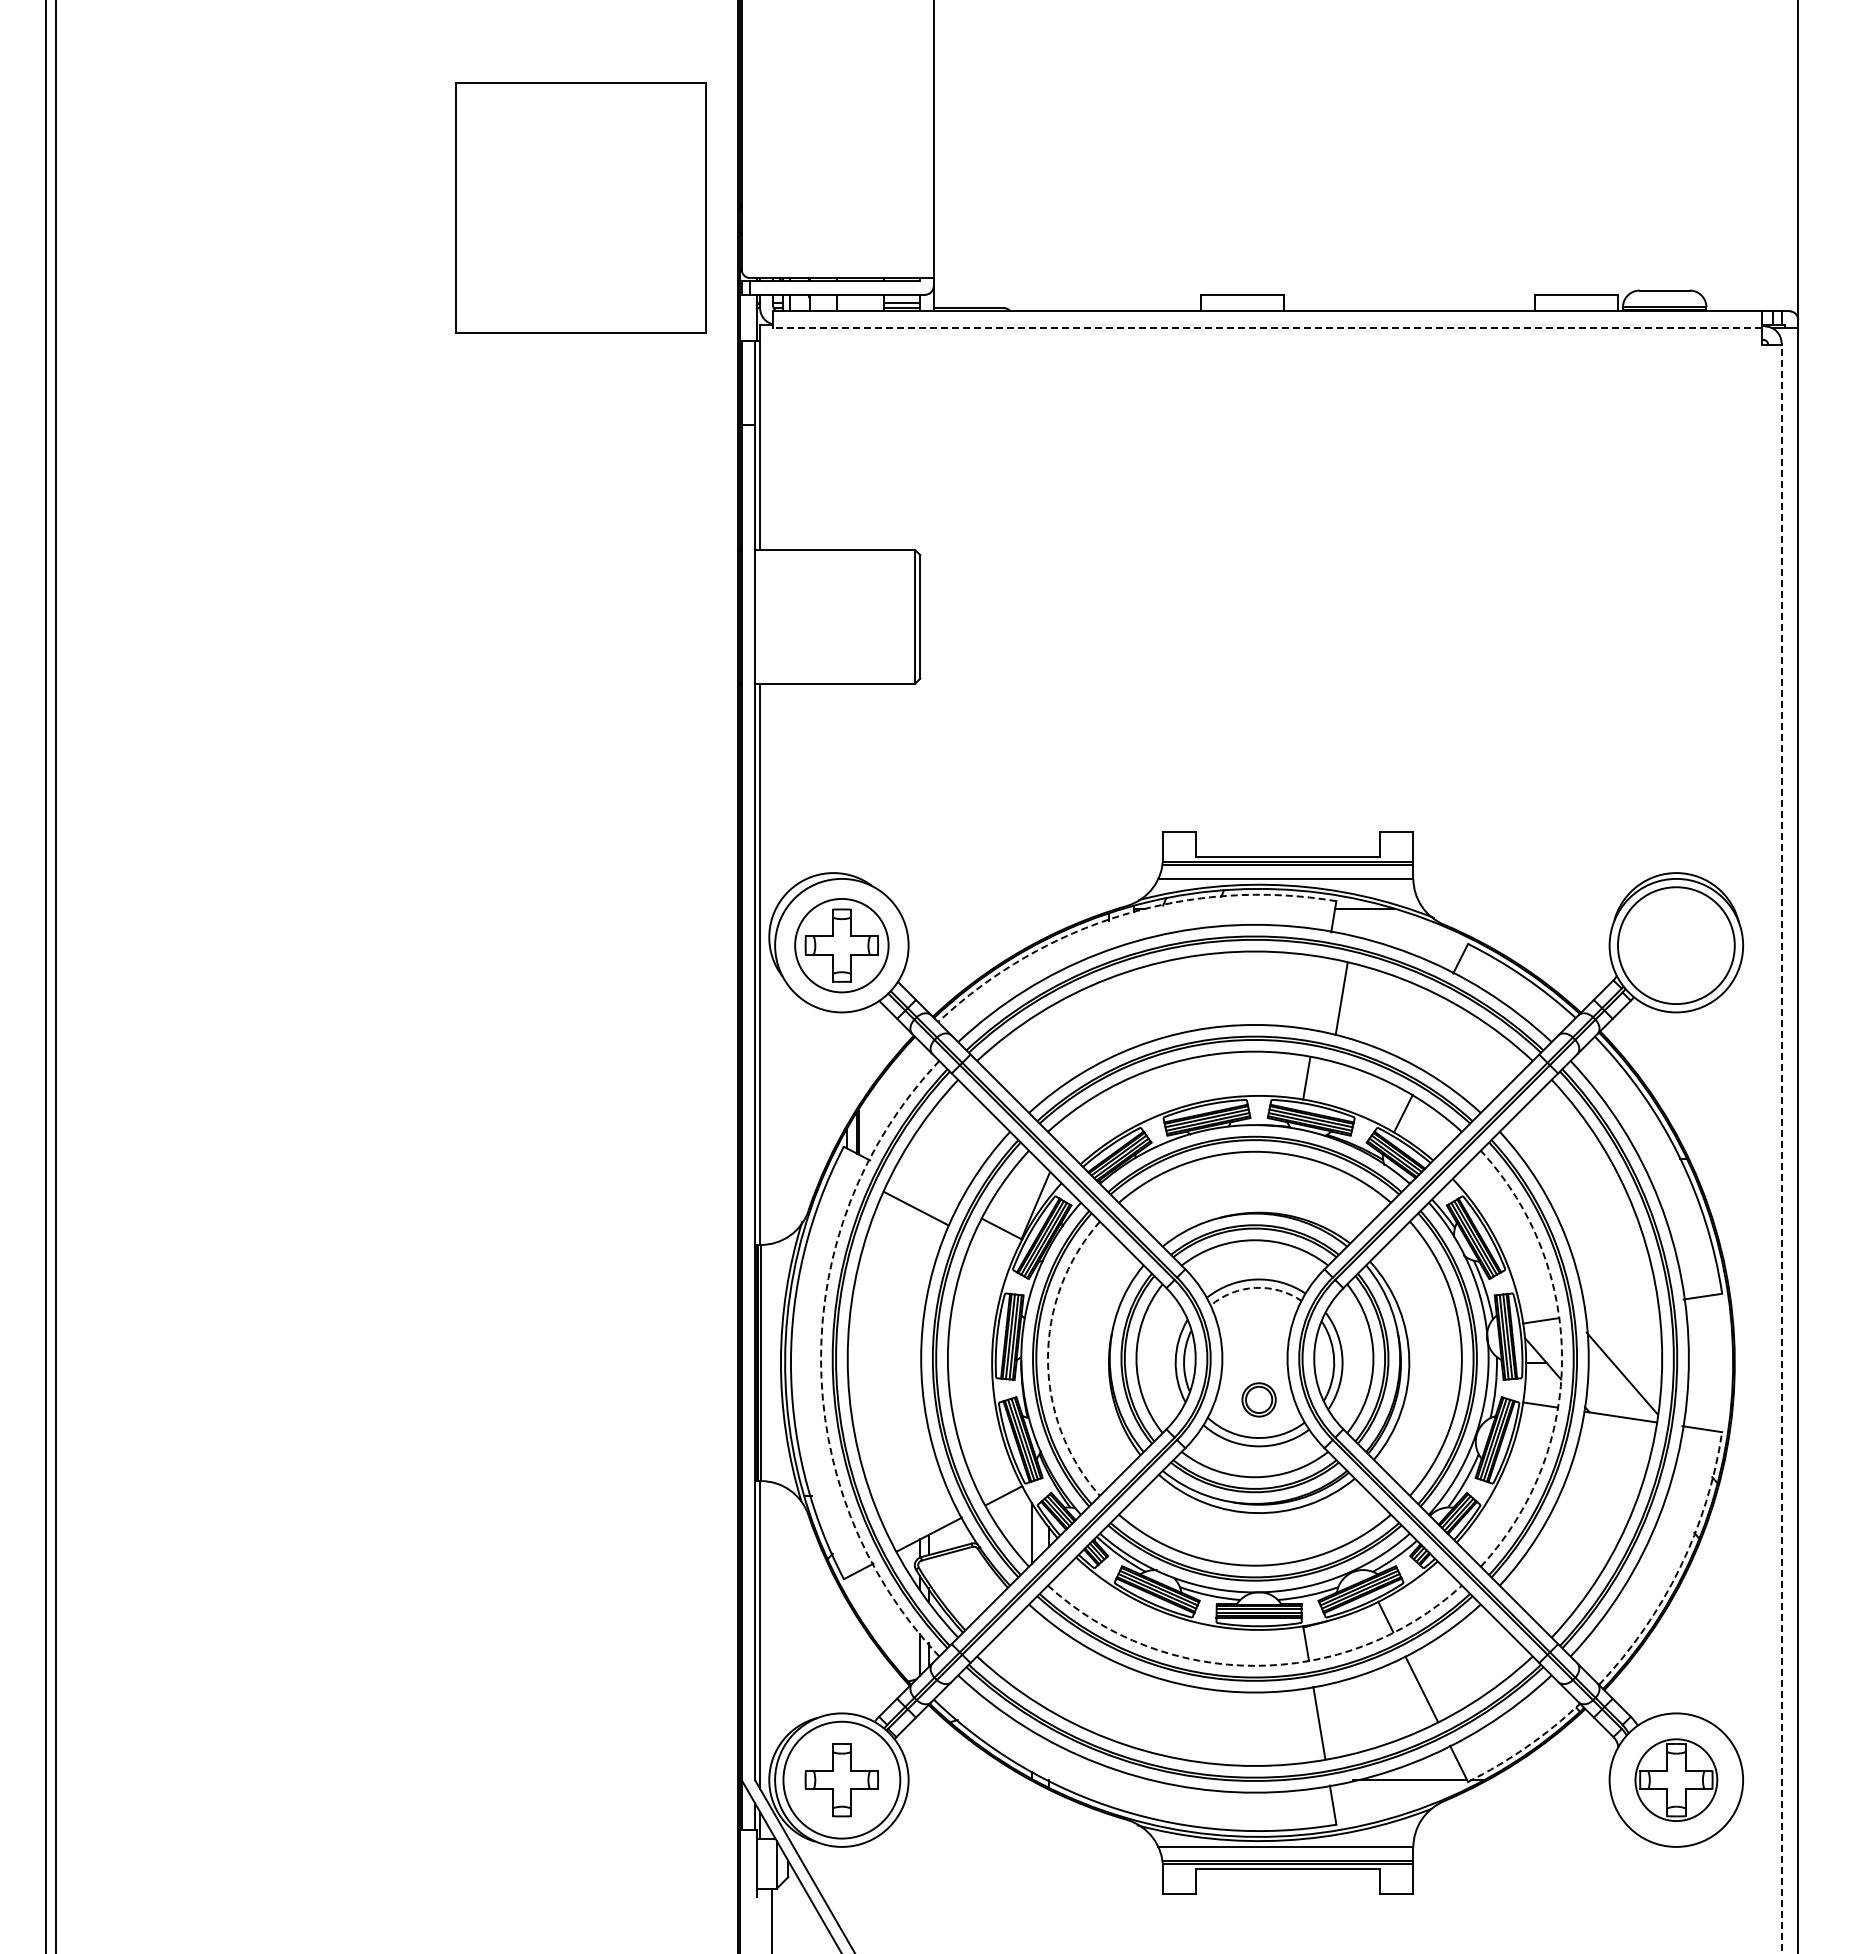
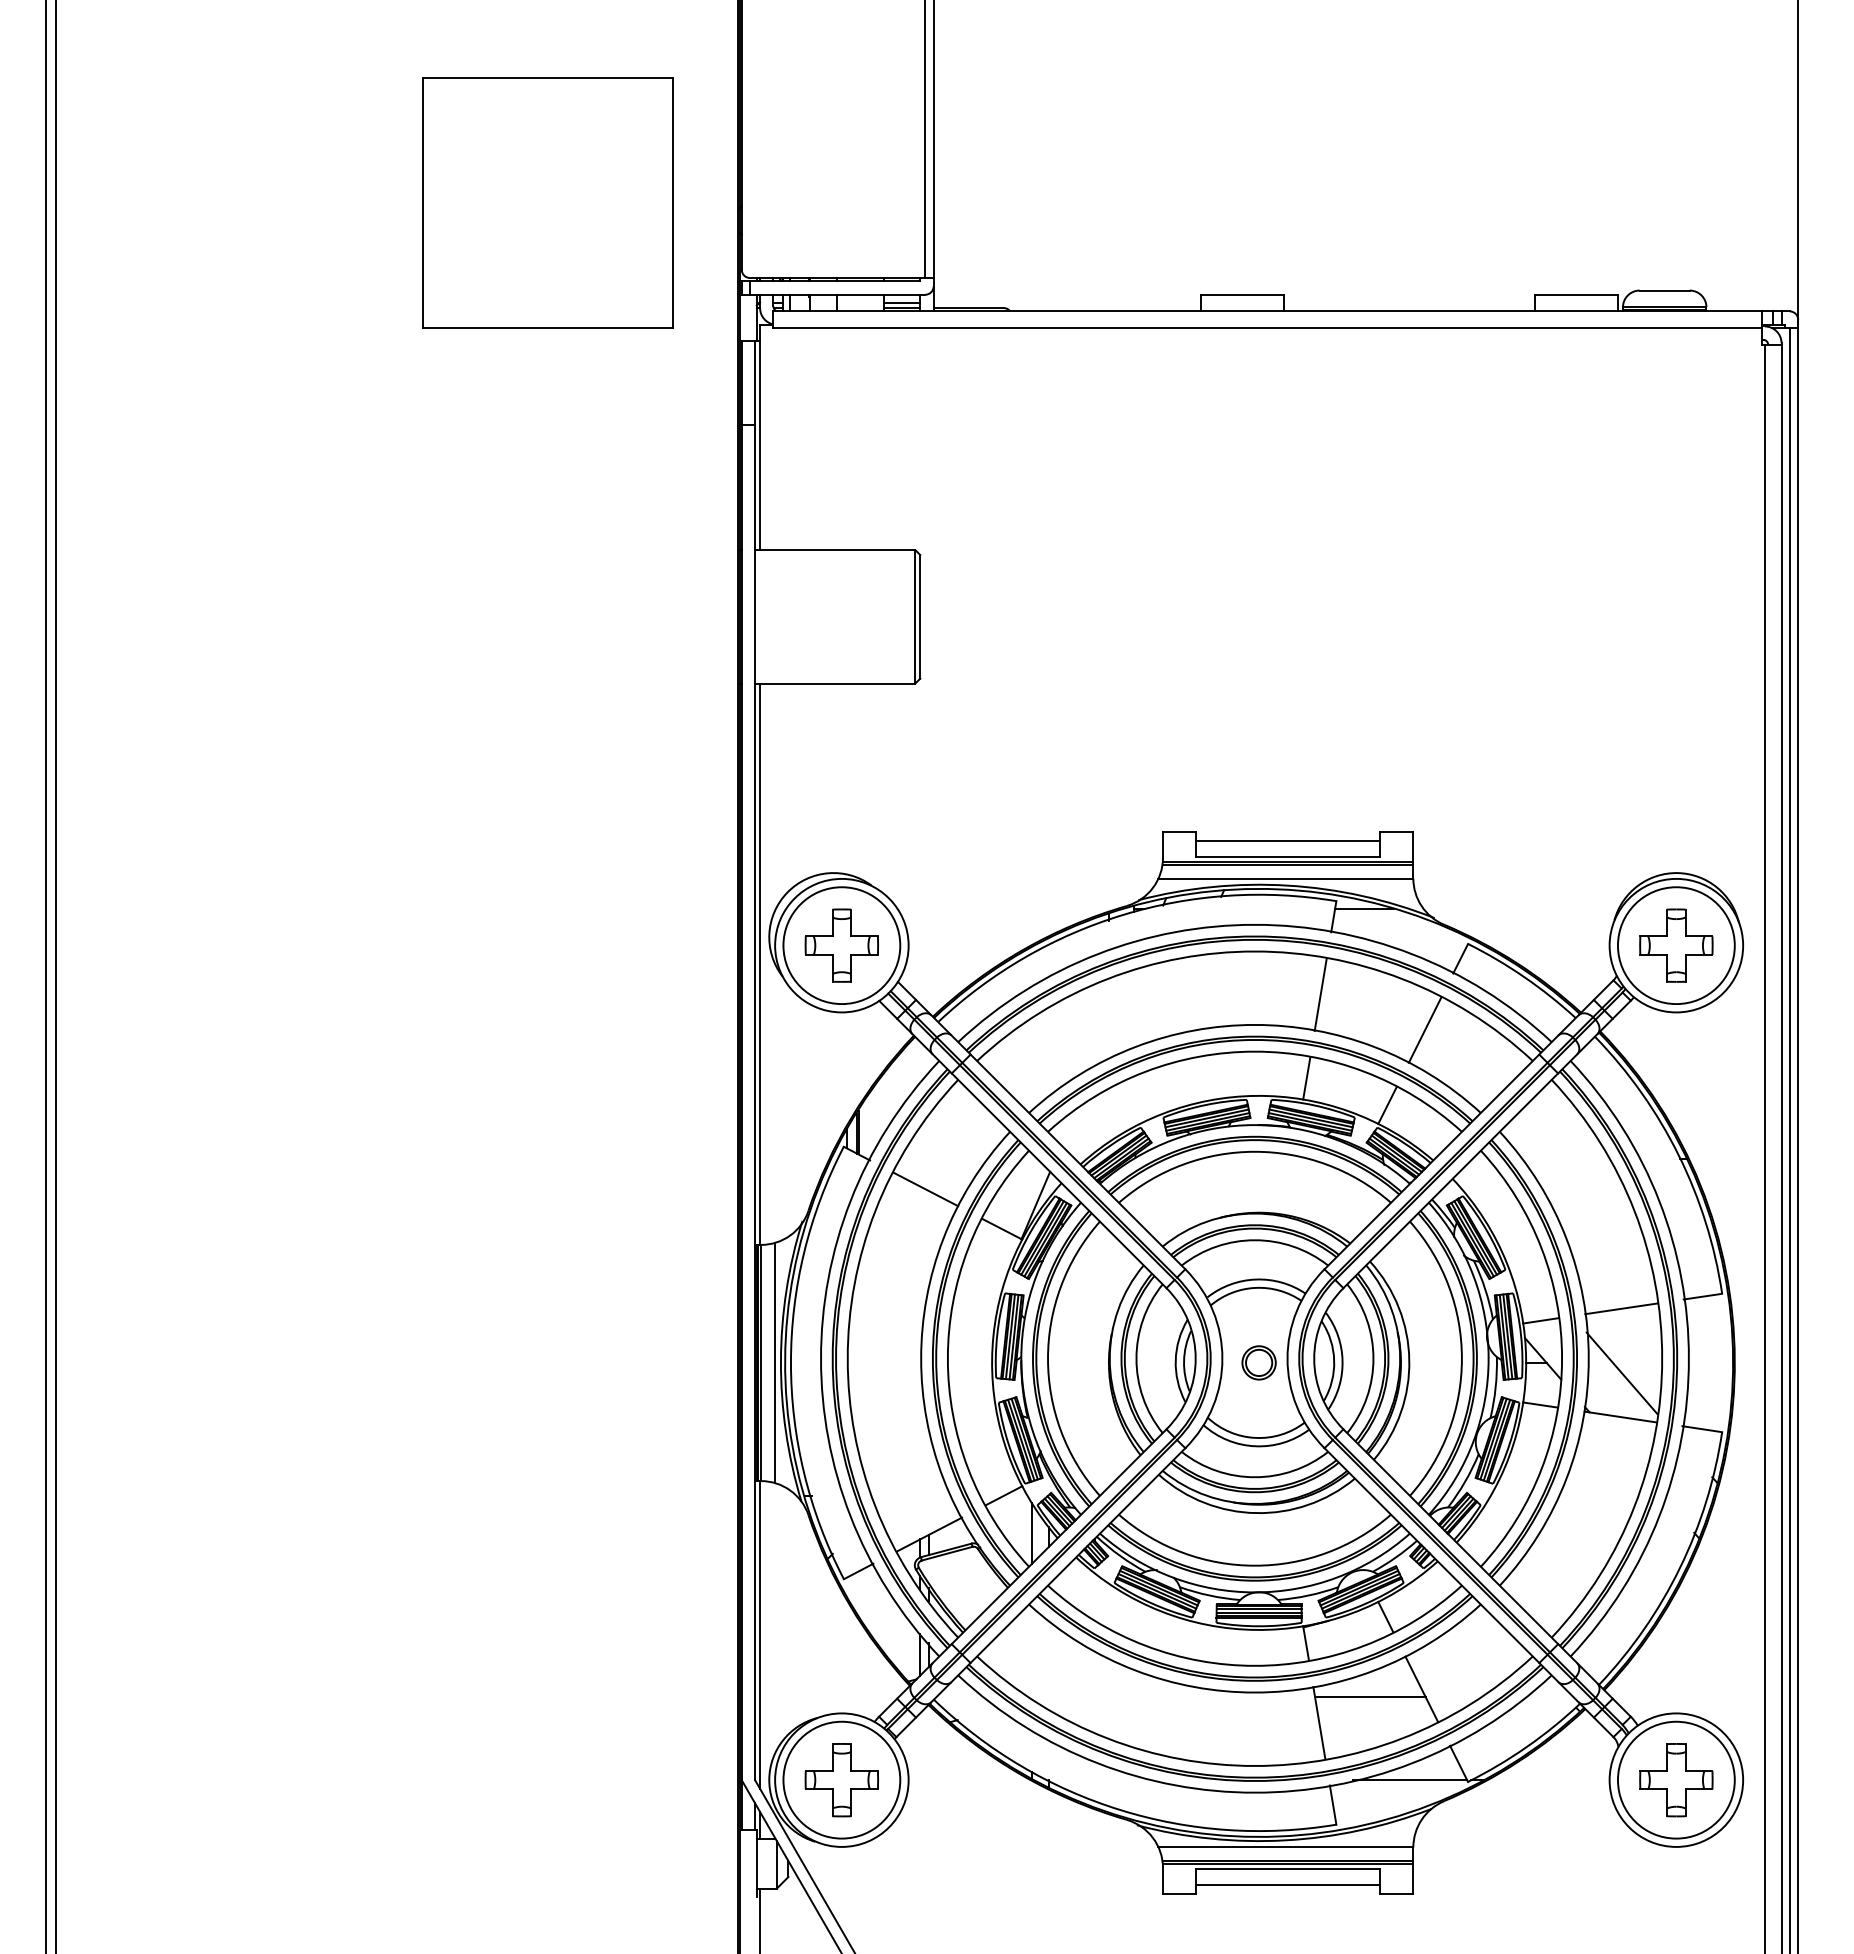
line at (925, 140): none -> present
part at (580, 207) position: (580, 207) -> (547, 202)
line at (1266, 328): dashed -> solid
line at (1287, 840): none -> present
arc at (1123, 914): dashed -> solid
circle at (841, 945) diameter: 93 px -> 117 px
part at (1676, 945): none -> present
line at (1341, 998) position: (1341, 998) -> (1320, 994)
line at (1424, 1029): none -> present
line at (1403, 1112) position: (1403, 1112) -> (1387, 1104)
line at (1789, 1139): none -> present
line at (1764, 1147): none -> present
line at (1781, 1147): dashed -> solid
line at (915, 1208) position: (915, 1208) -> (925, 1189)
arc at (1255, 1287): dashed -> solid
line at (1621, 1308): none -> present
arc at (821, 1358): dashed -> solid
arc at (1048, 1358): dashed -> solid
arc at (1562, 1358): dashed -> solid
line at (775, 1362): none -> present
part at (1258, 1399) position: (1258, 1399) -> (1258, 1362)
arc at (1680, 1567): dashed -> solid
arc at (1254, 1665): dashed -> solid
line at (1370, 1696): none -> present
arc at (1526, 1746): dashed -> solid
circle at (1676, 1780) diameter: 82 px -> 117 px
line at (1287, 1885): none -> present
line at (772, 1919) position: (772, 1919) -> (760, 1919)
